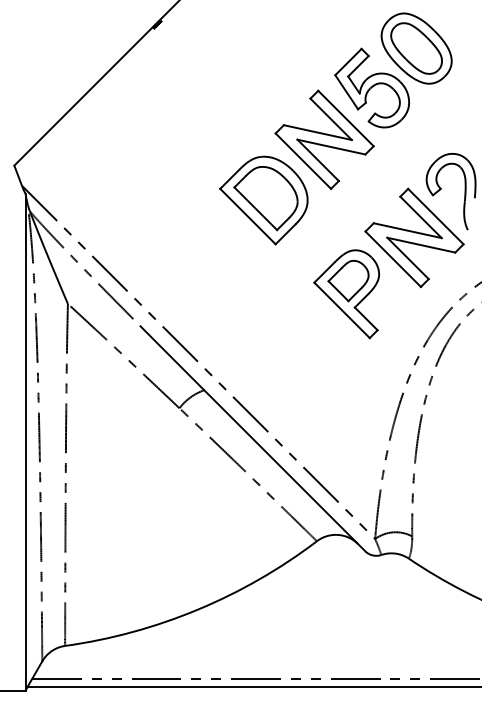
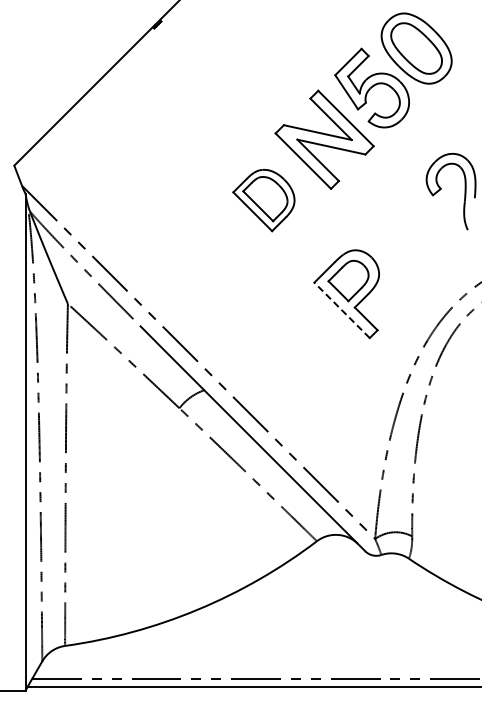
part at (263, 200) size: 90x91 px -> 64x64 px
part at (414, 237): present -> none
line at (341, 310): solid -> dashed
